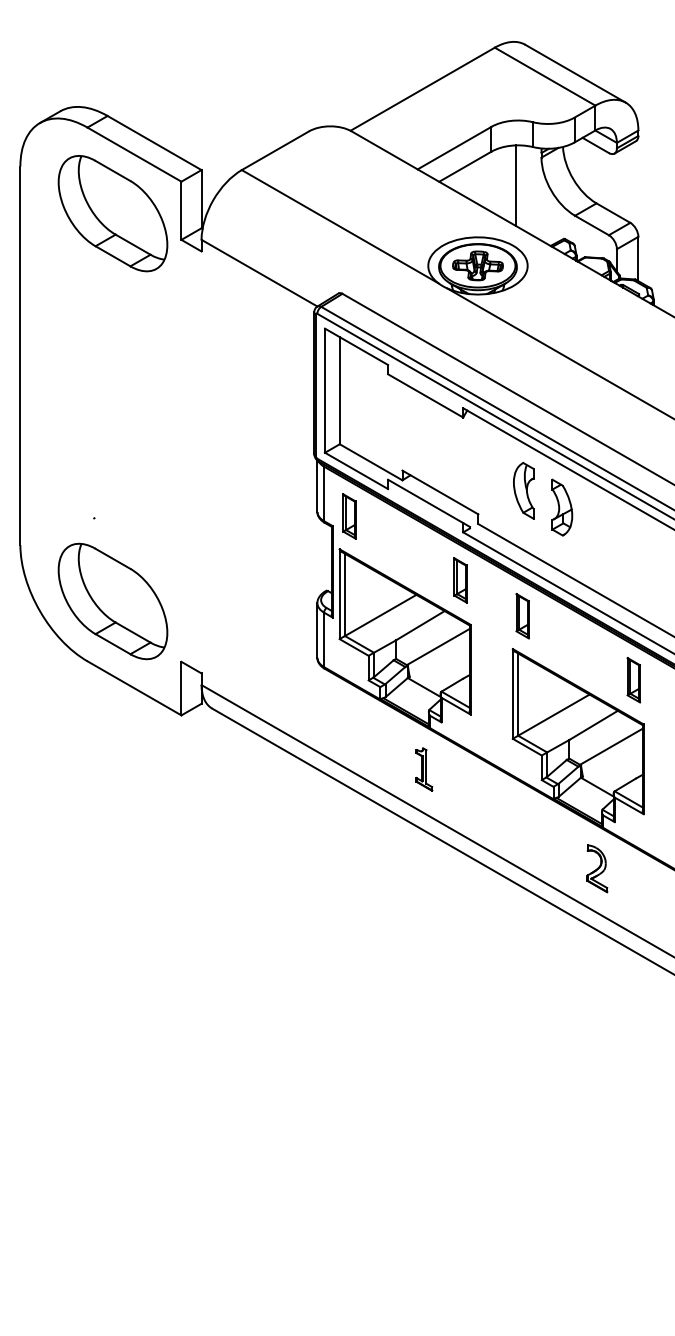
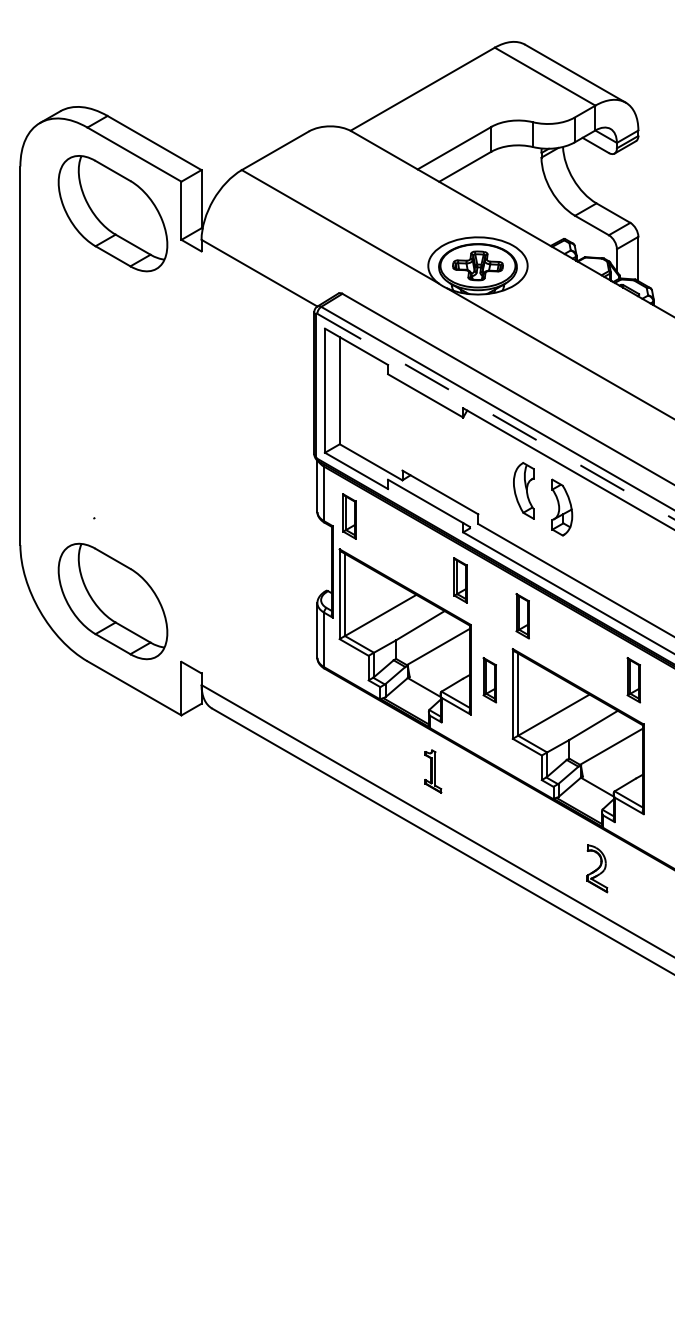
line at (516, 185): present -> none
line at (495, 416): solid -> dashed
part at (489, 680): none -> present
part at (424, 769) position: (424, 769) -> (433, 771)
